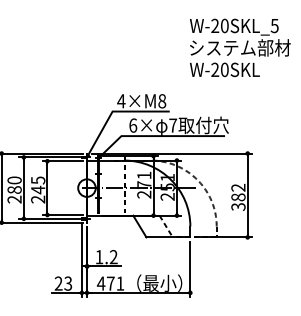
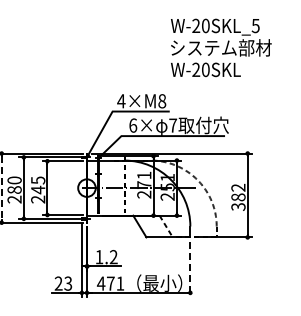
text at (240, 47) position: (240, 47) -> (221, 47)
line at (1, 188): solid -> dashed
line at (190, 269): solid -> dashed
